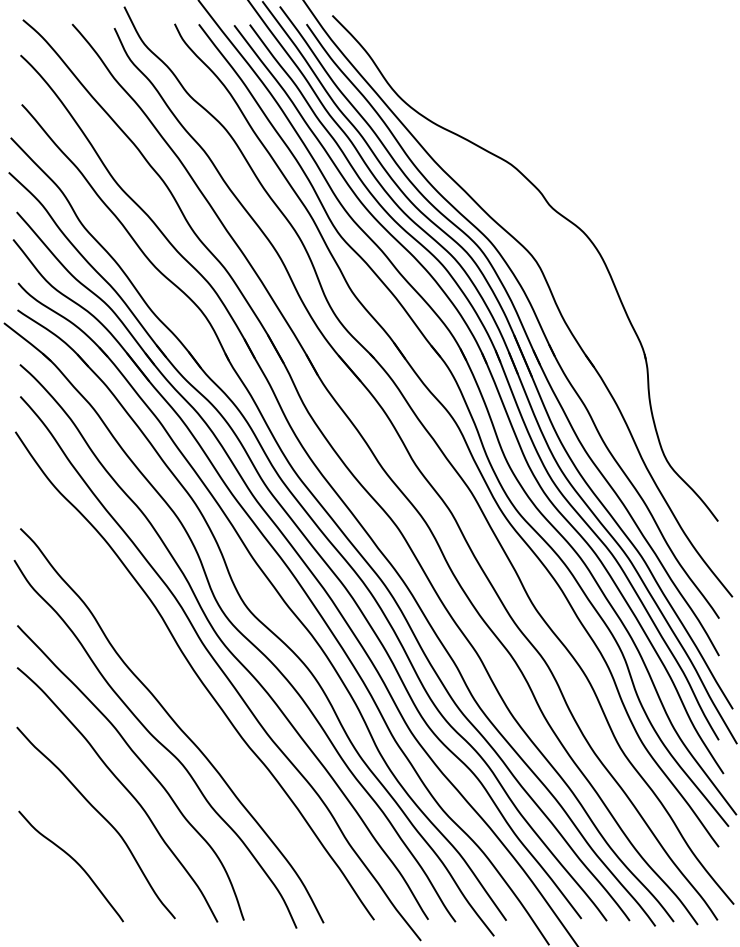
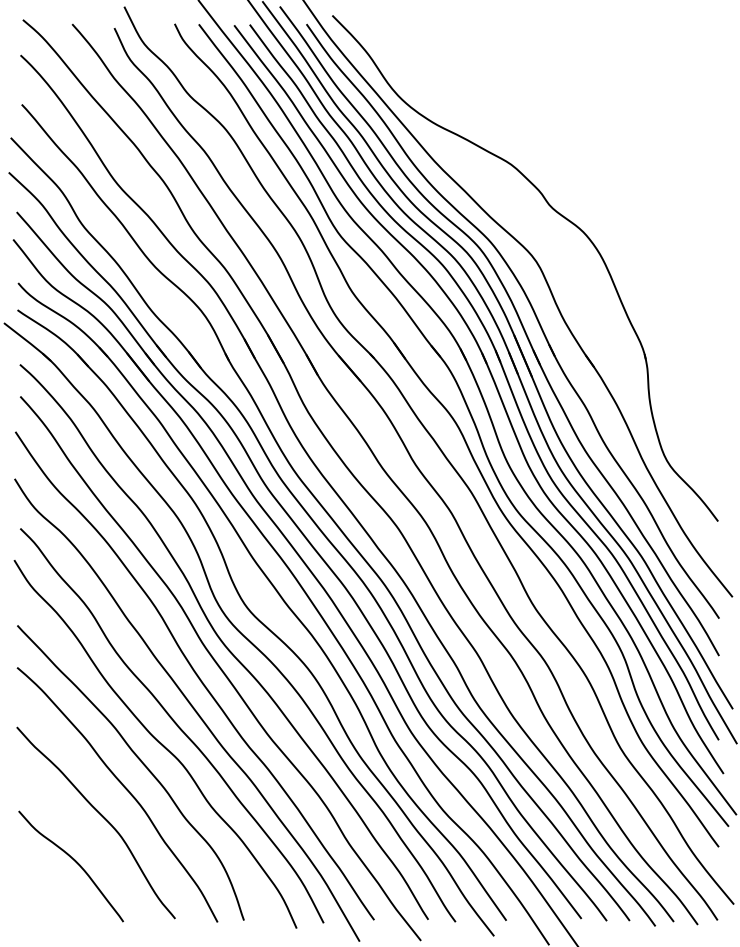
curve at (191, 707): none -> present
